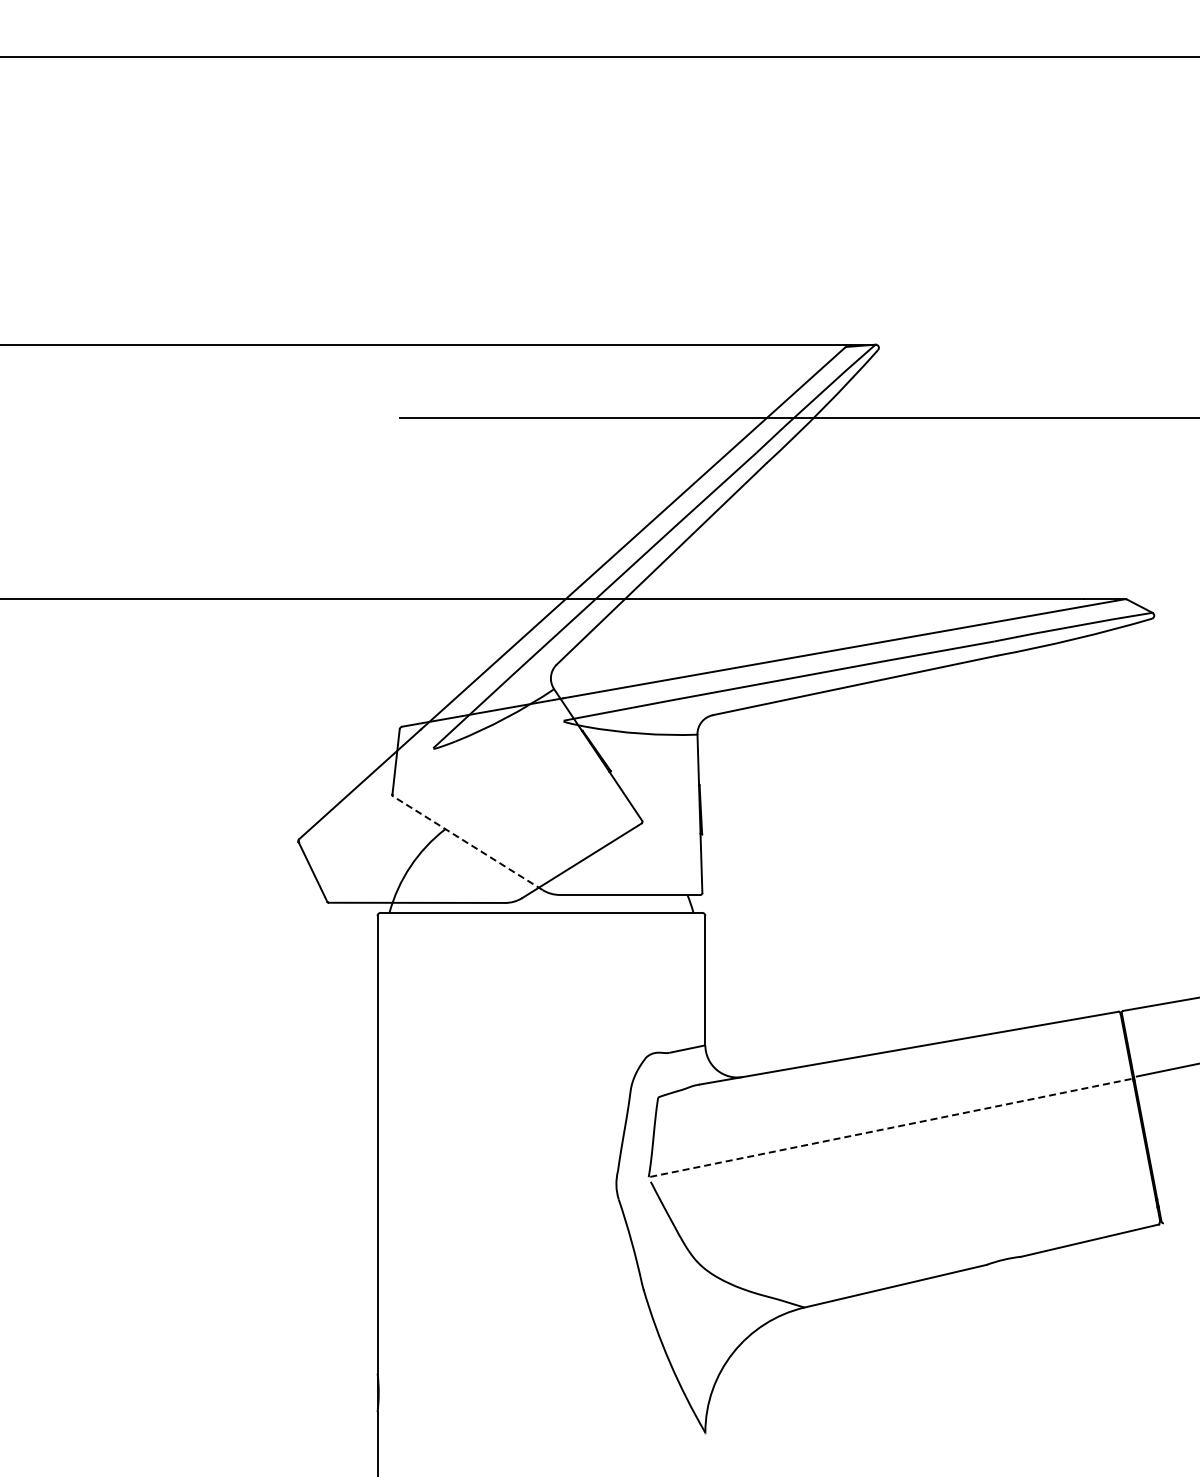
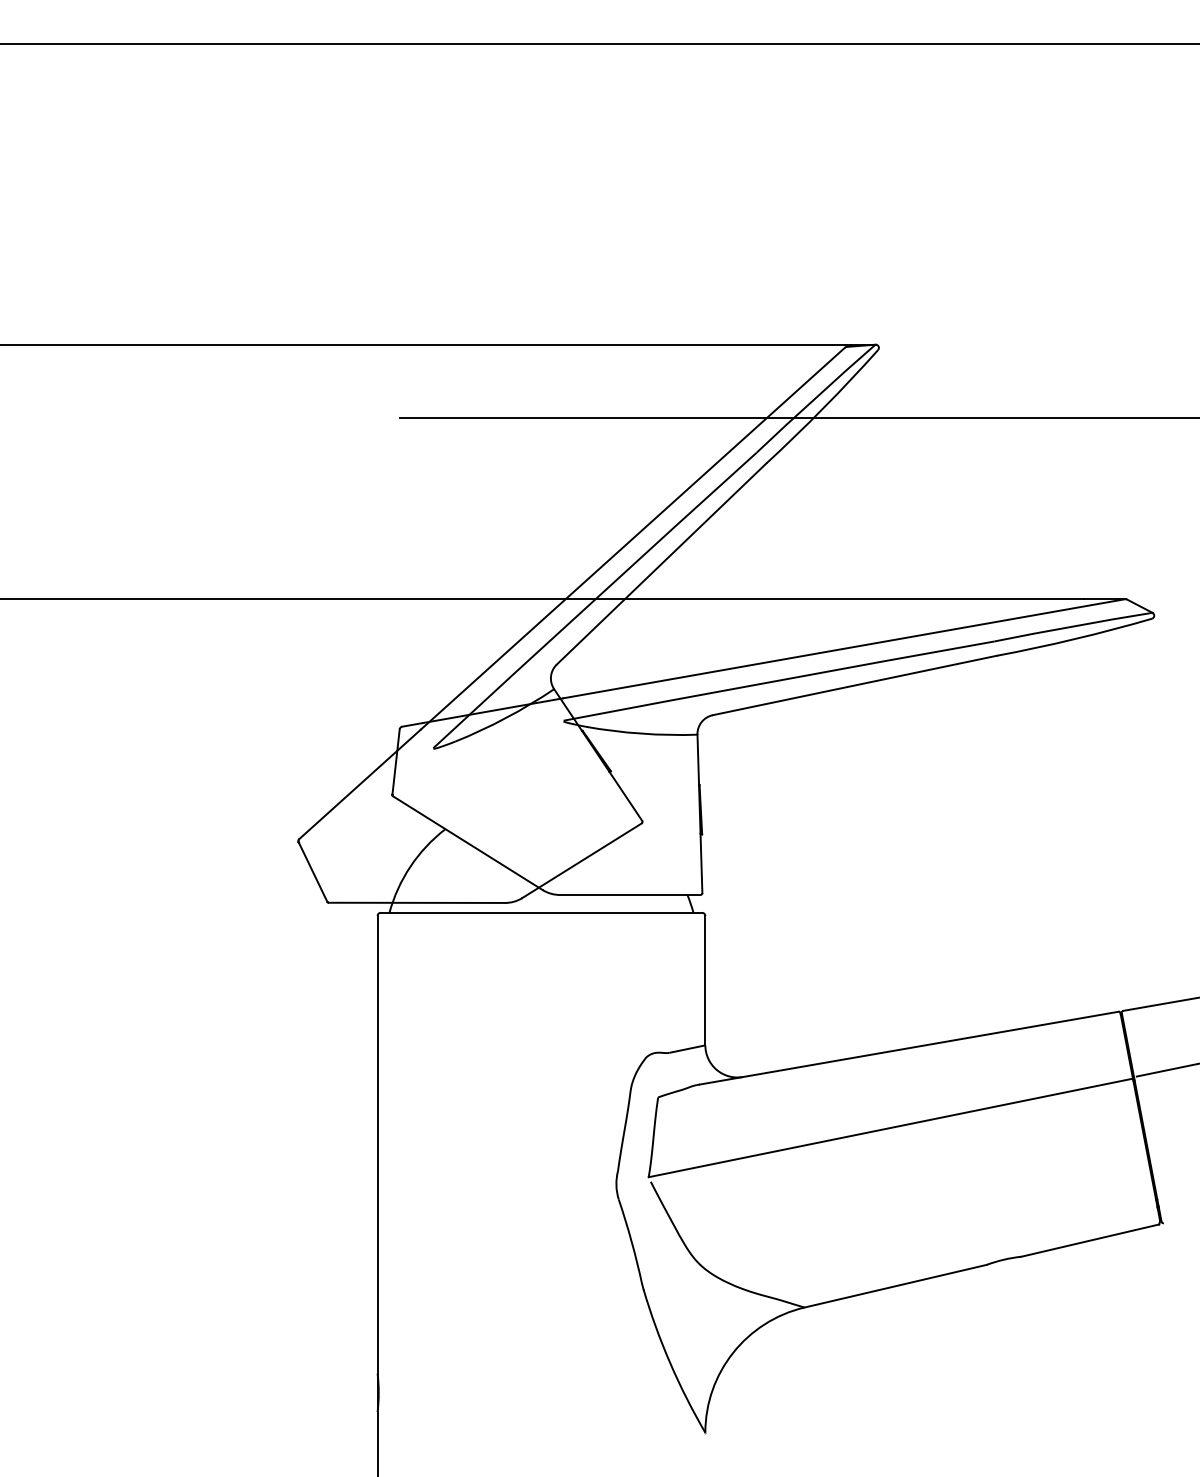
line at (599, 57) position: (599, 57) -> (599, 44)
line at (467, 843): dashed -> solid
line at (889, 1128): dashed -> solid
